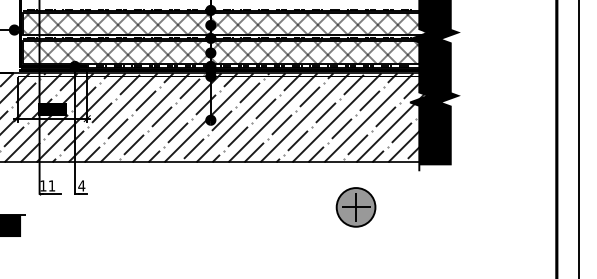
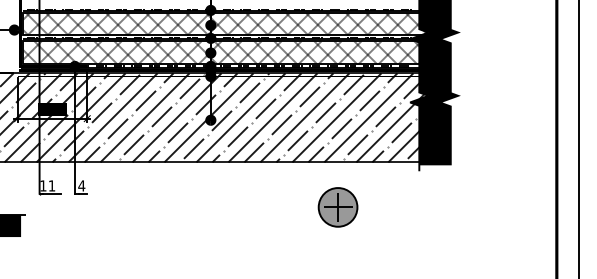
part at (355, 207) position: (355, 207) -> (337, 207)
